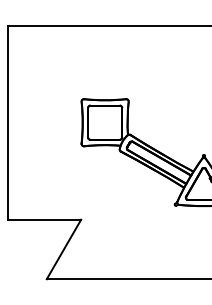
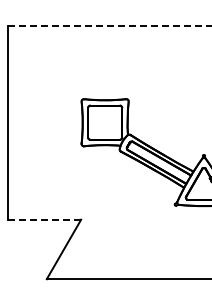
line at (109, 25): solid -> dashed
line at (45, 219): solid -> dashed
